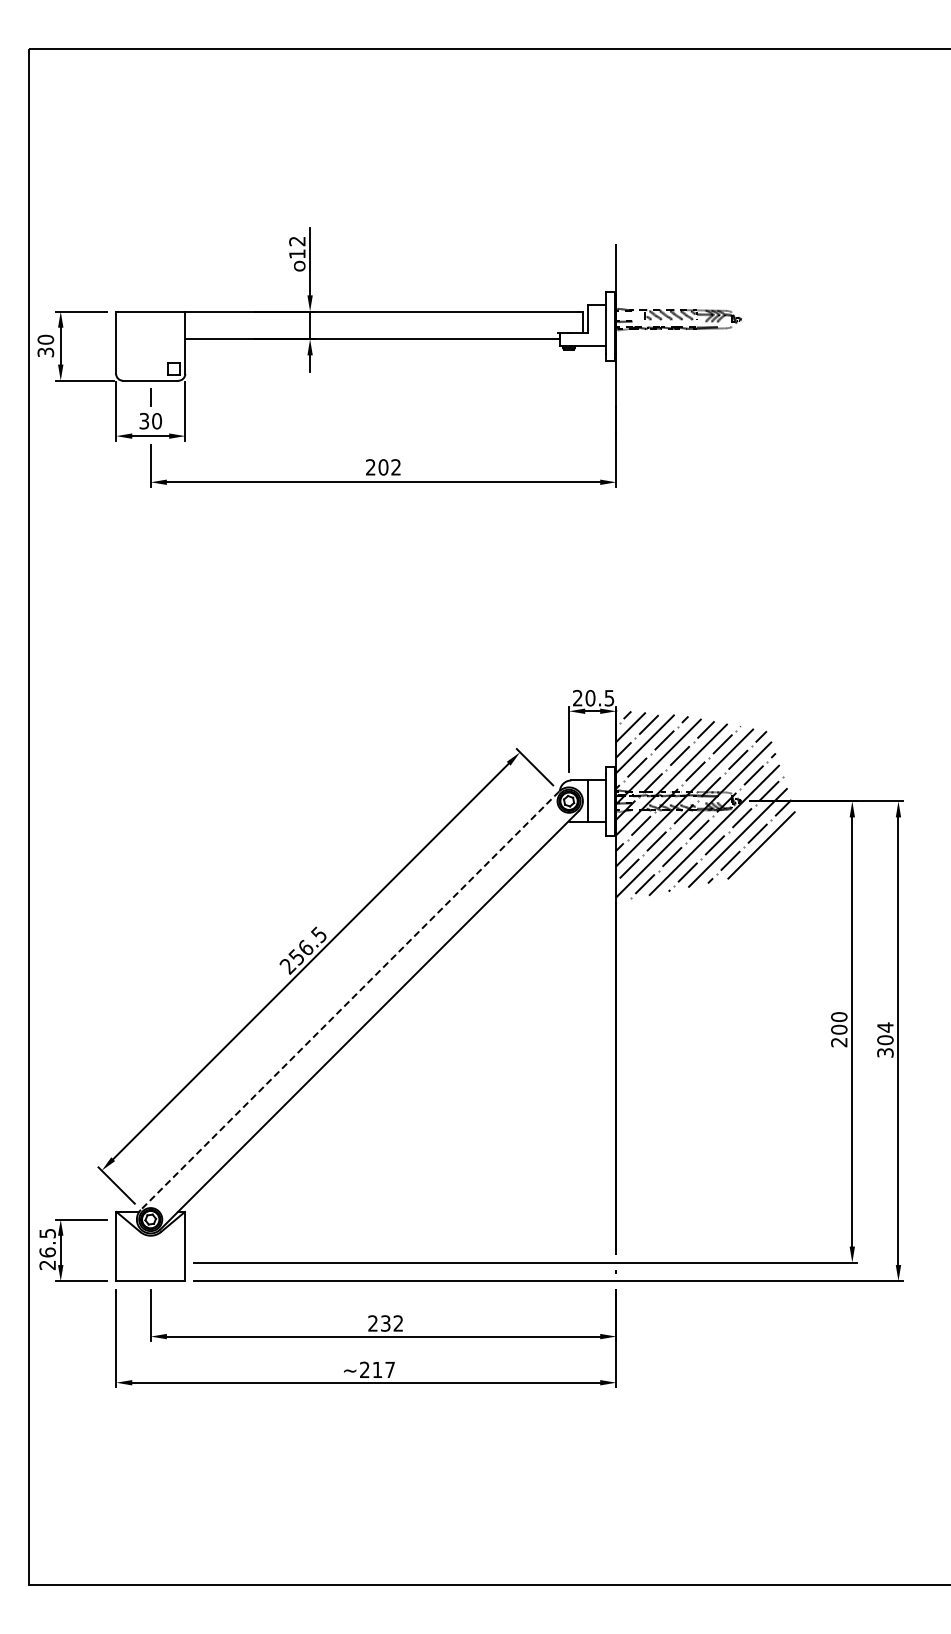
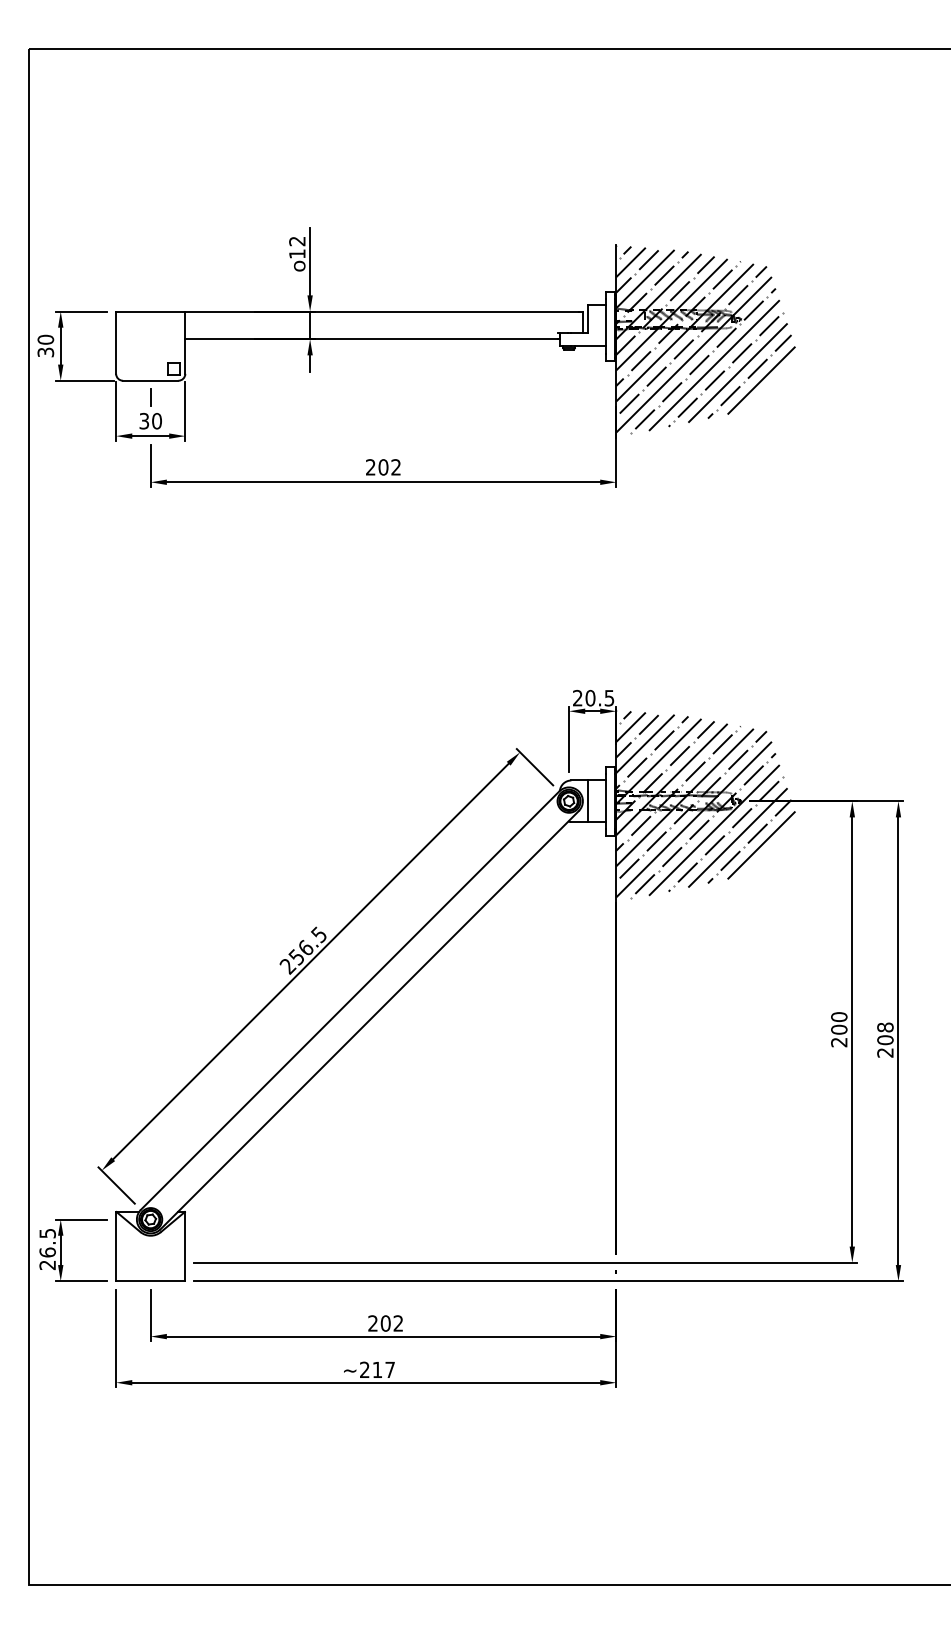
hatch at (705, 338): none -> present
line at (350, 1000): dashed -> solid
text at (885, 1039): 304 -> 208
text at (385, 1323): 232 -> 202
